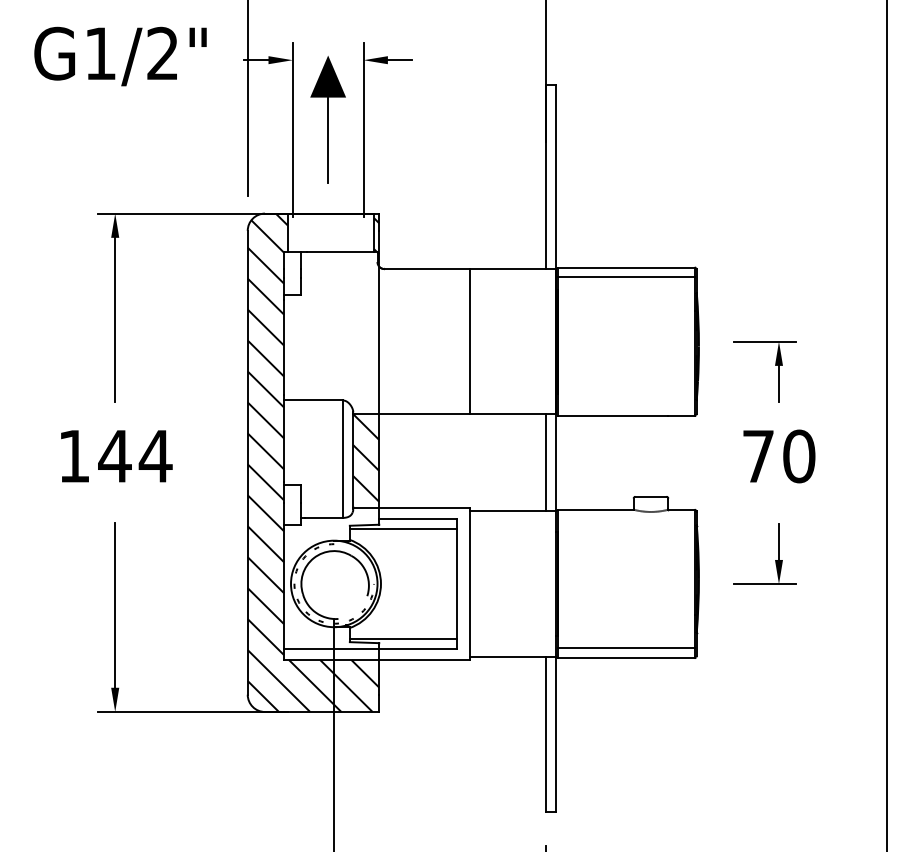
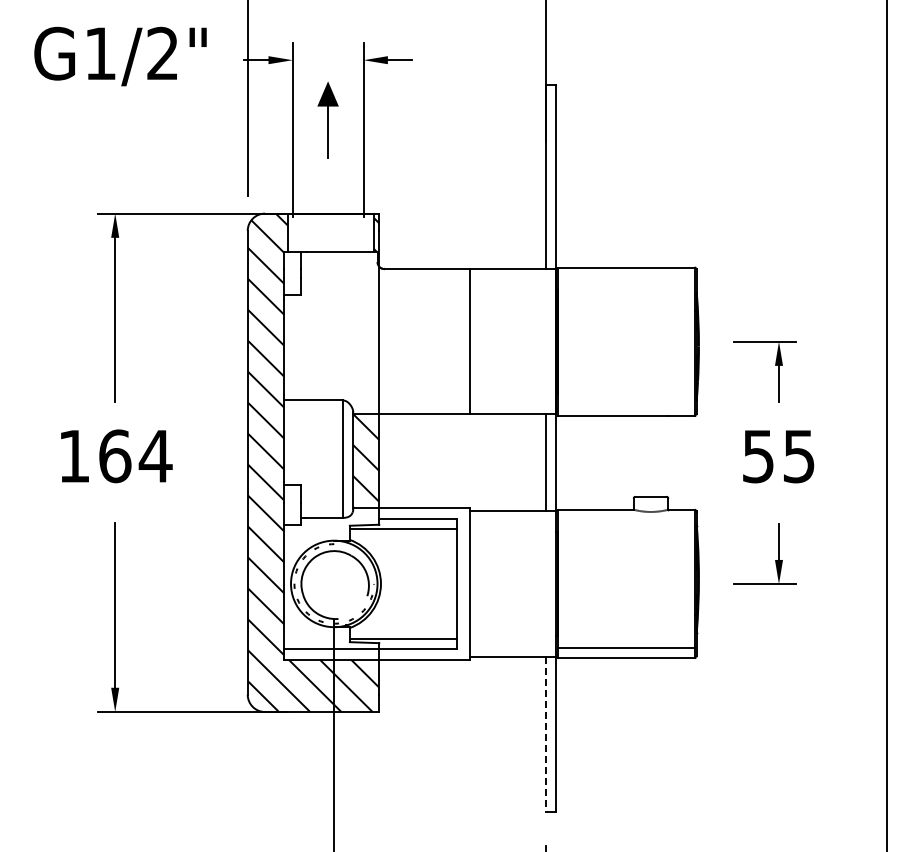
part at (327, 119) size: 36x128 px -> 22x78 px
line at (625, 277): present -> none
text at (114, 456): 144 -> 164
text at (779, 456): 70 -> 55
line at (545, 734): solid -> dashed
